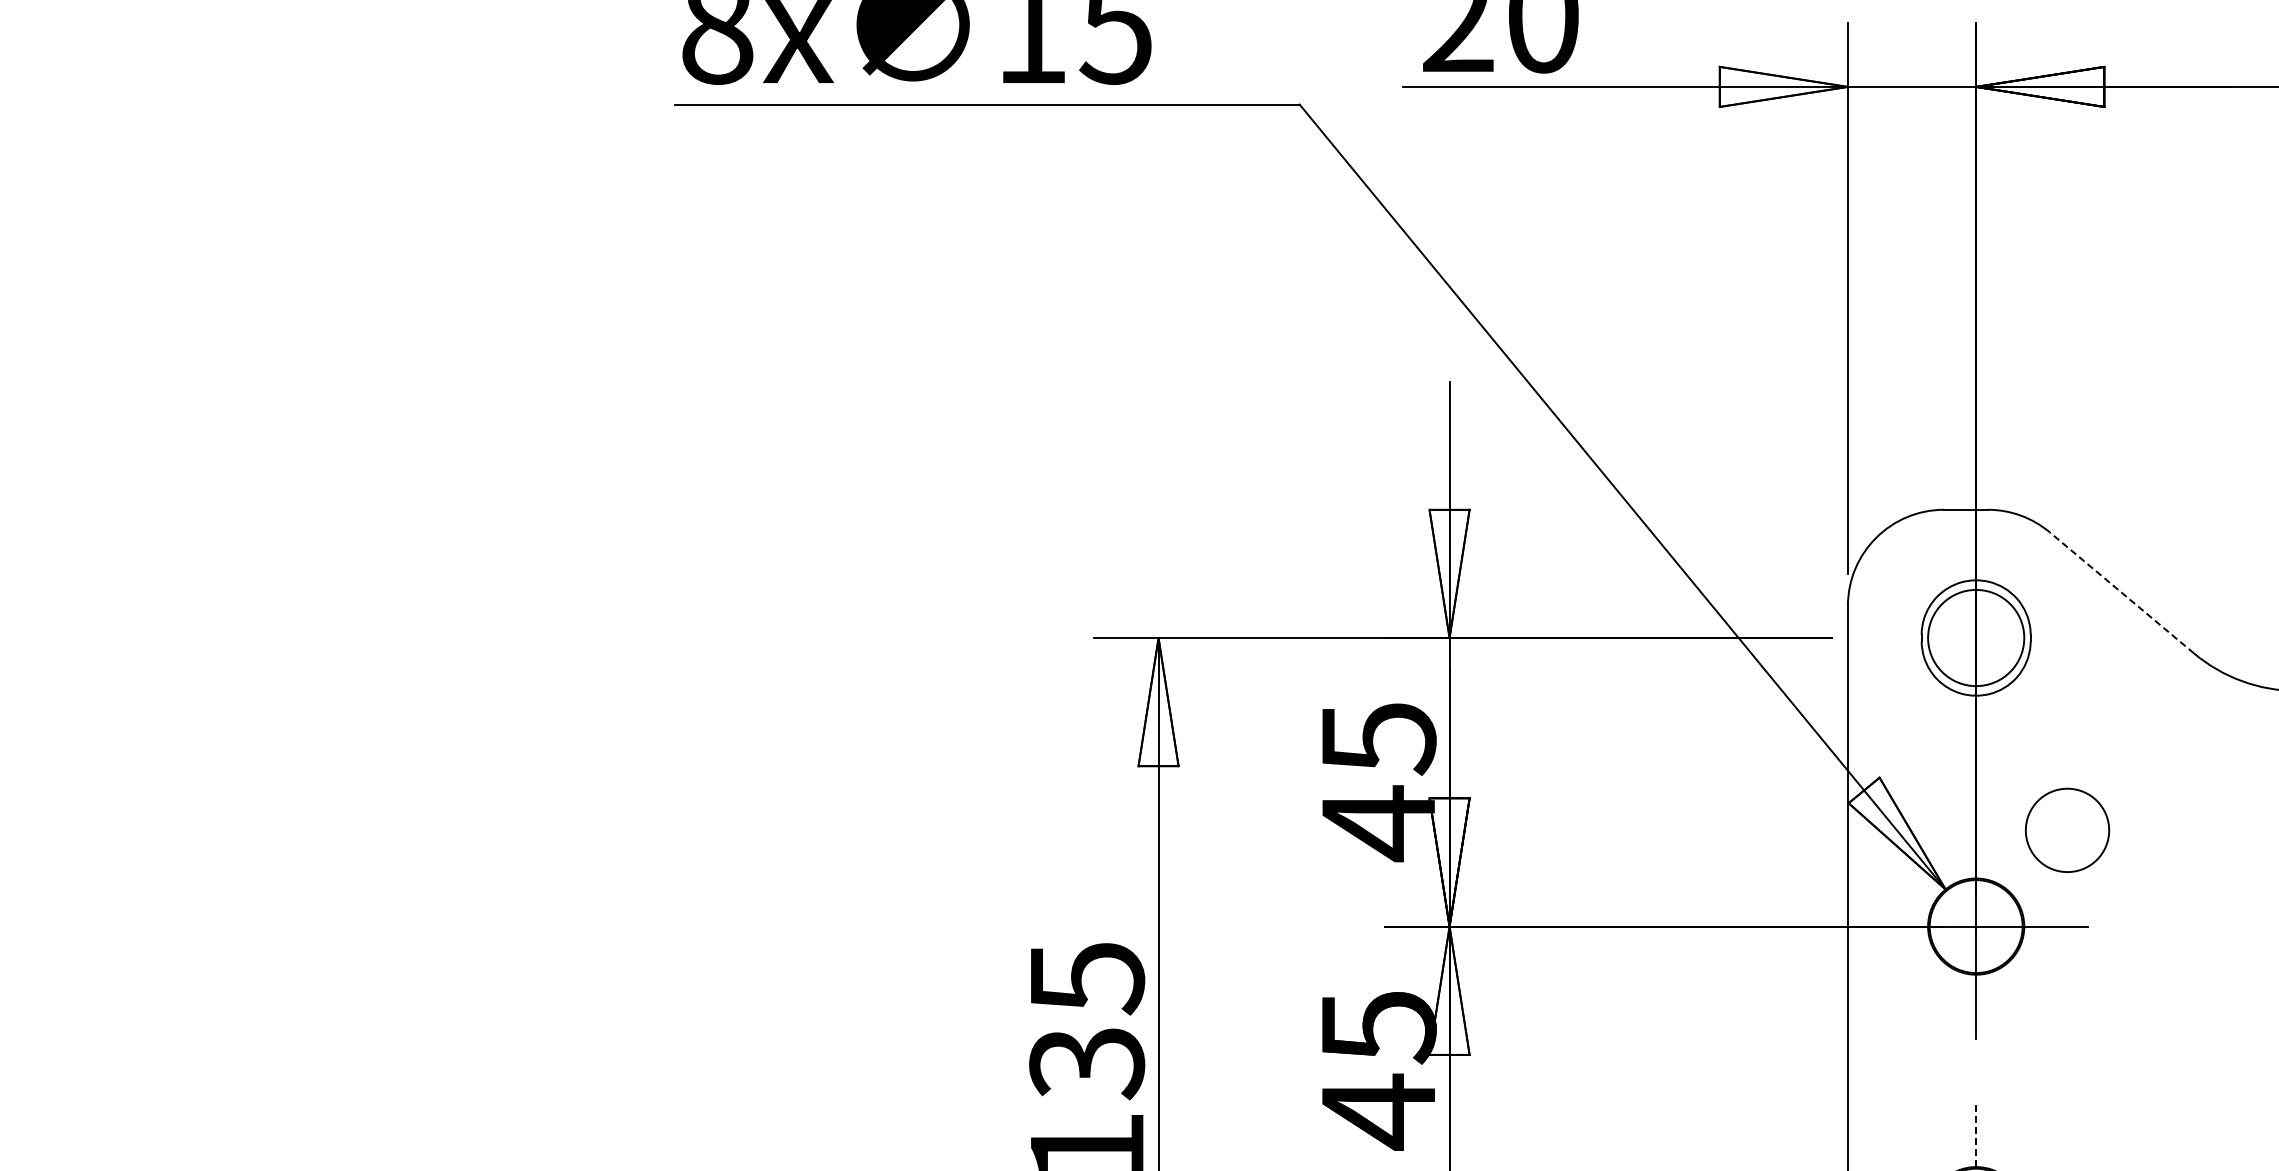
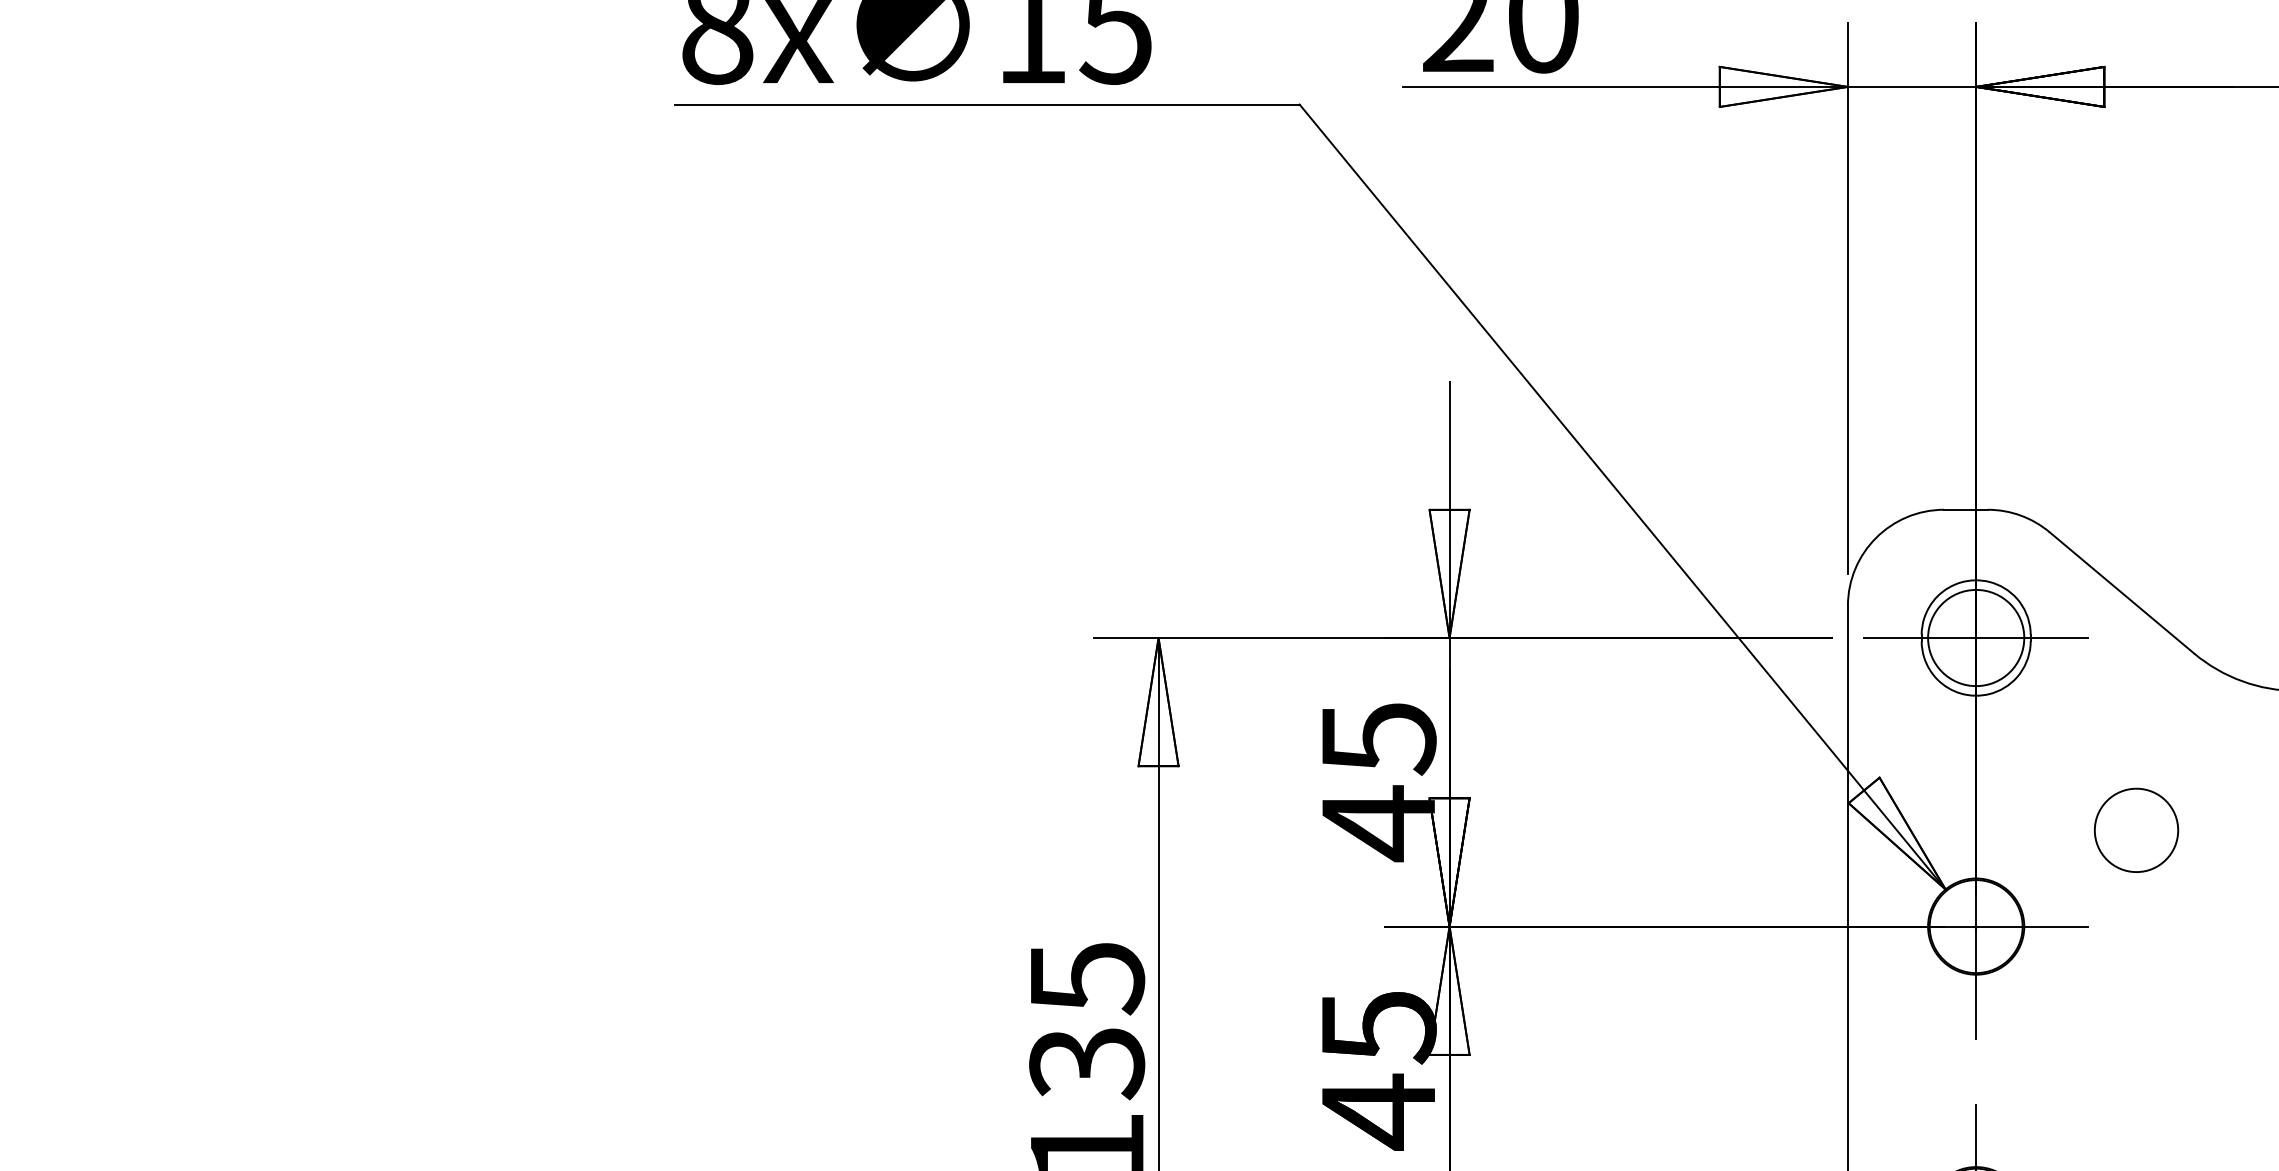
line at (2121, 592): dashed -> solid
line at (1975, 638): none -> present
circle at (2067, 829) position: (2067, 829) -> (2136, 829)
line at (1976, 1137): dashed -> solid
